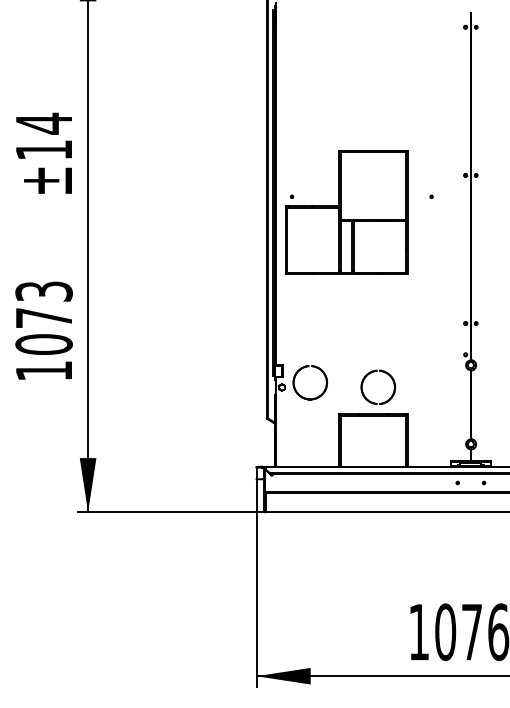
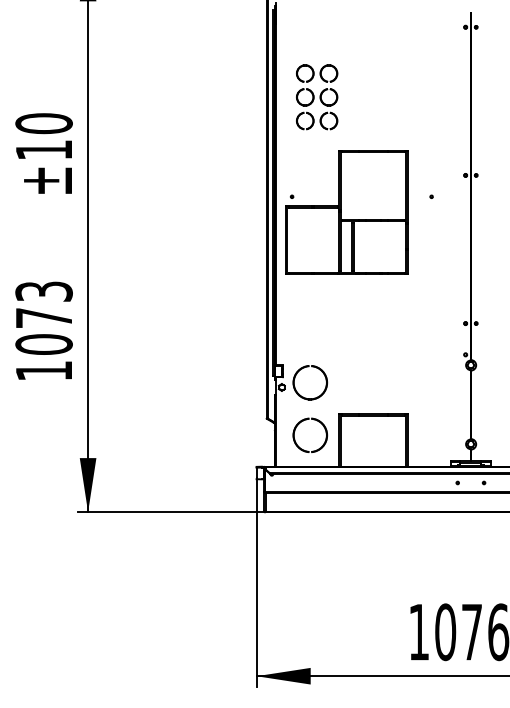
part at (317, 97): none -> present
text at (43, 123): ±14 -> ±10
part at (381, 372) position: (381, 372) -> (313, 420)
